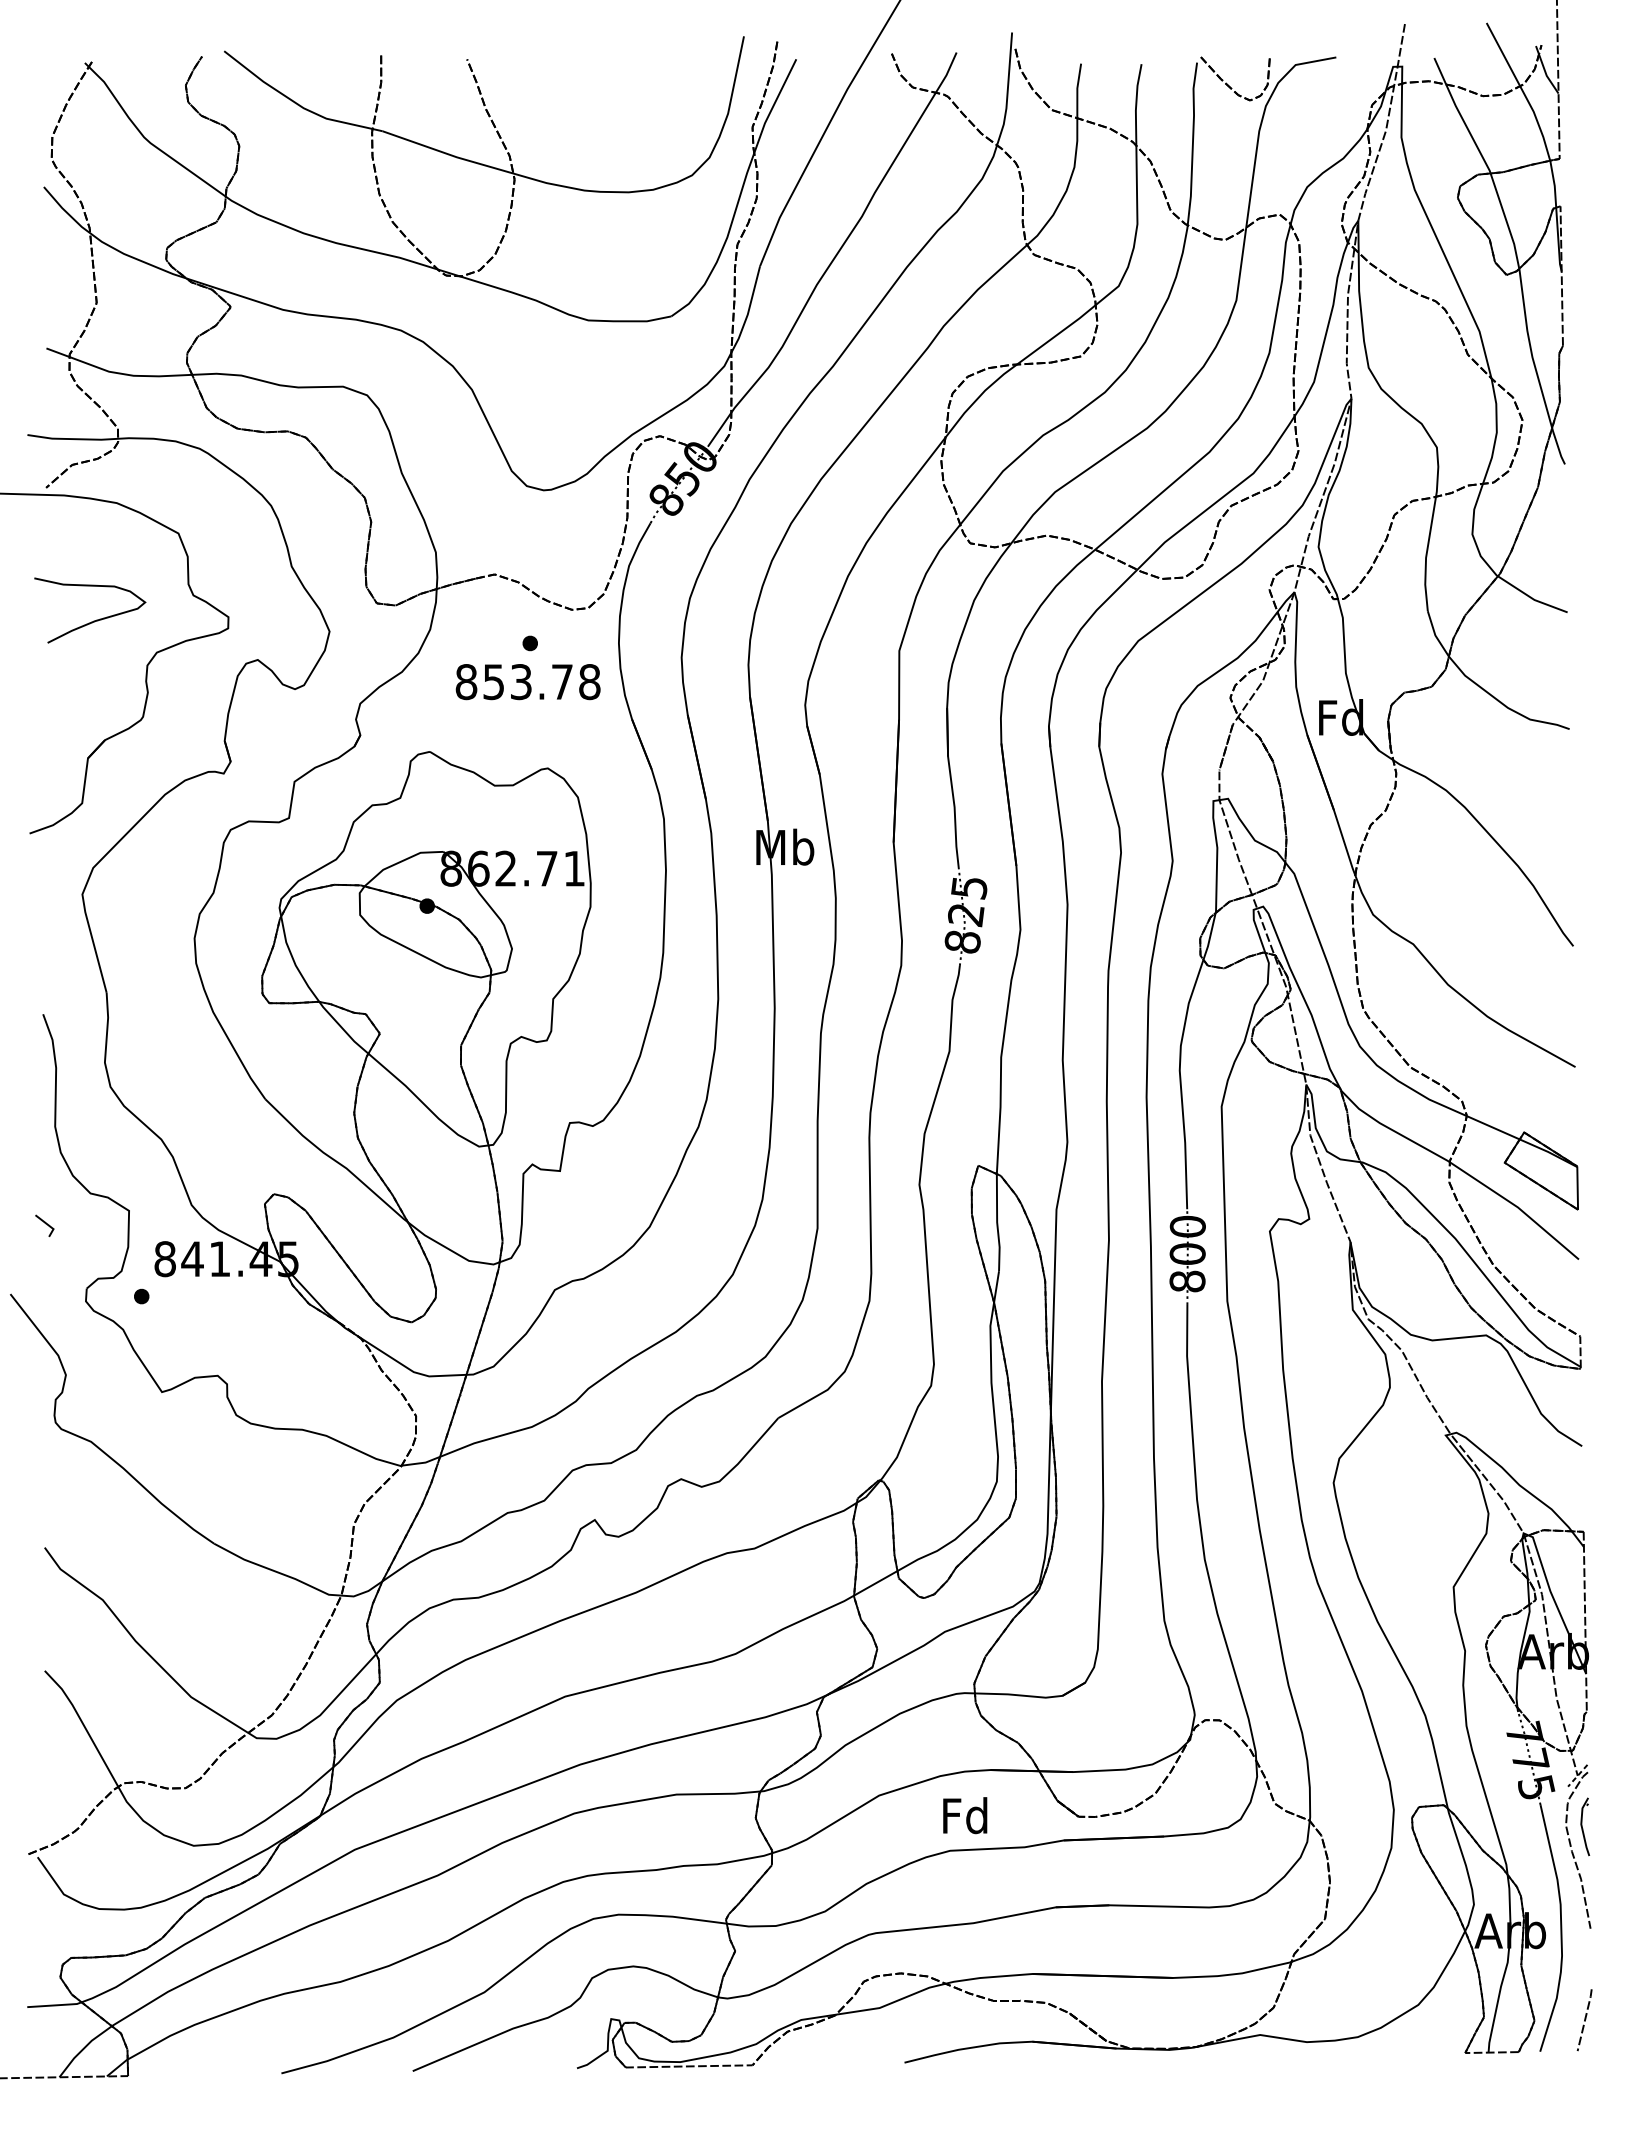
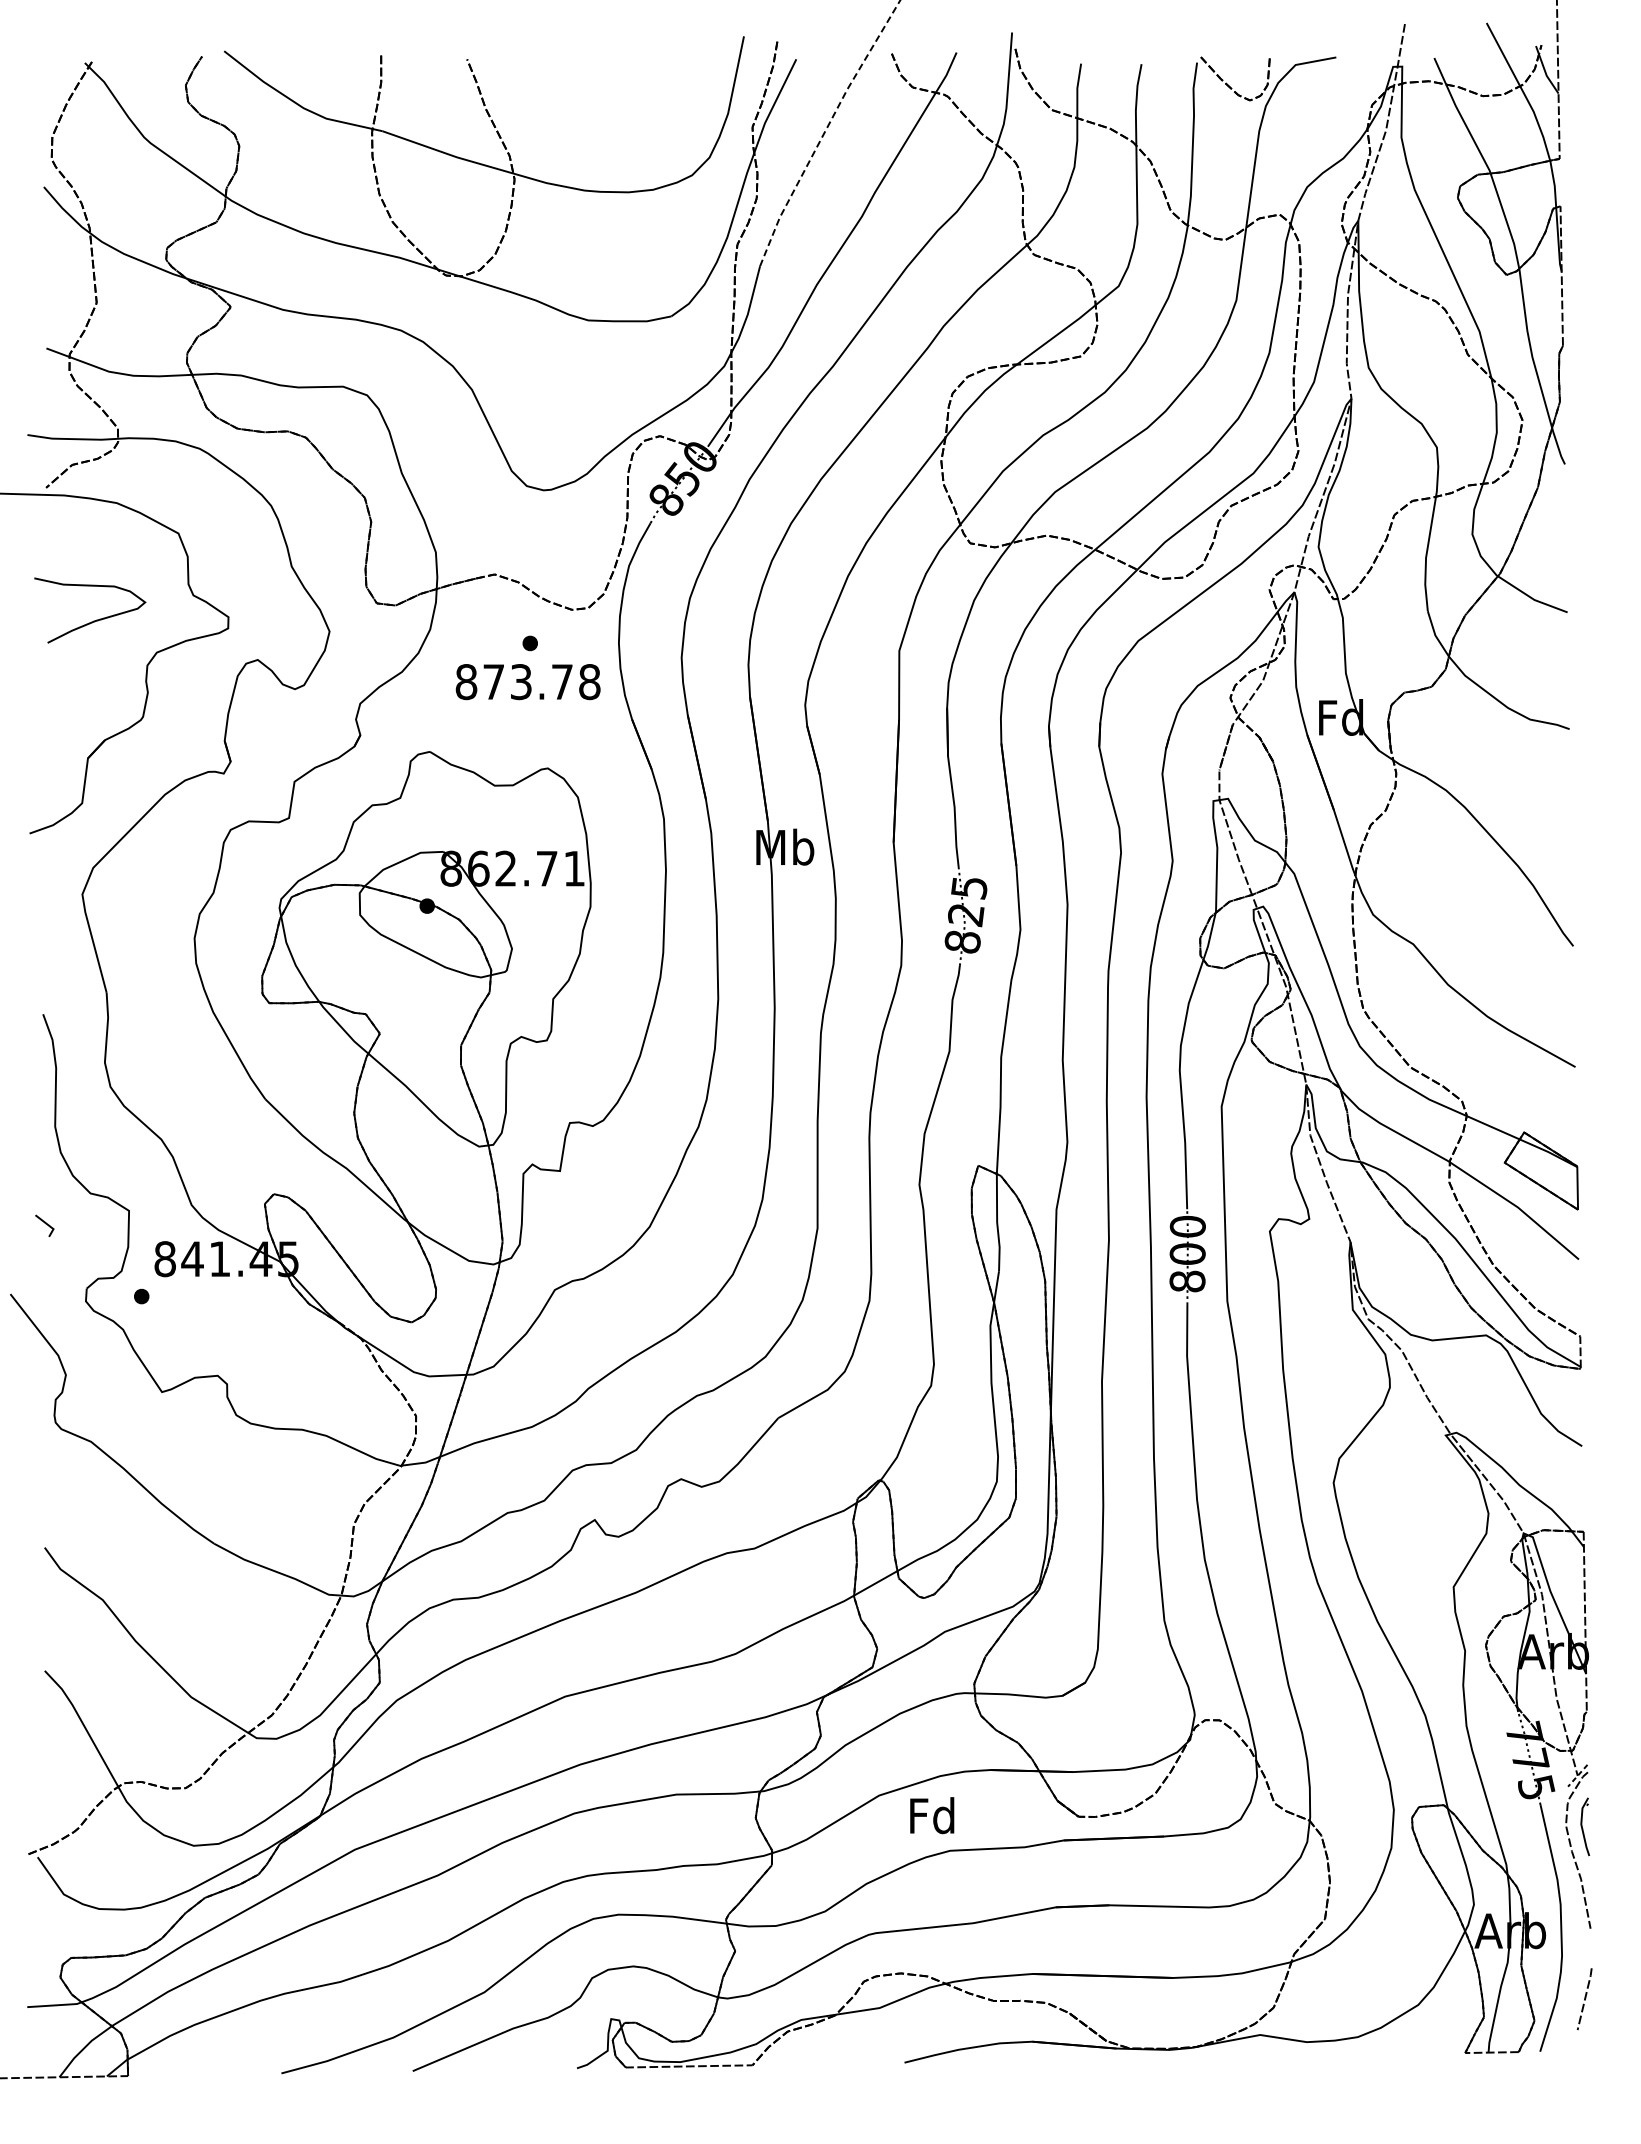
line at (825, 130): solid -> dashed
text at (493, 682): 853.78 -> 873.78
text at (965, 1815) position: (965, 1815) -> (932, 1815)
line at (1584, 2020) position: (1584, 2020) -> (1584, 1999)
